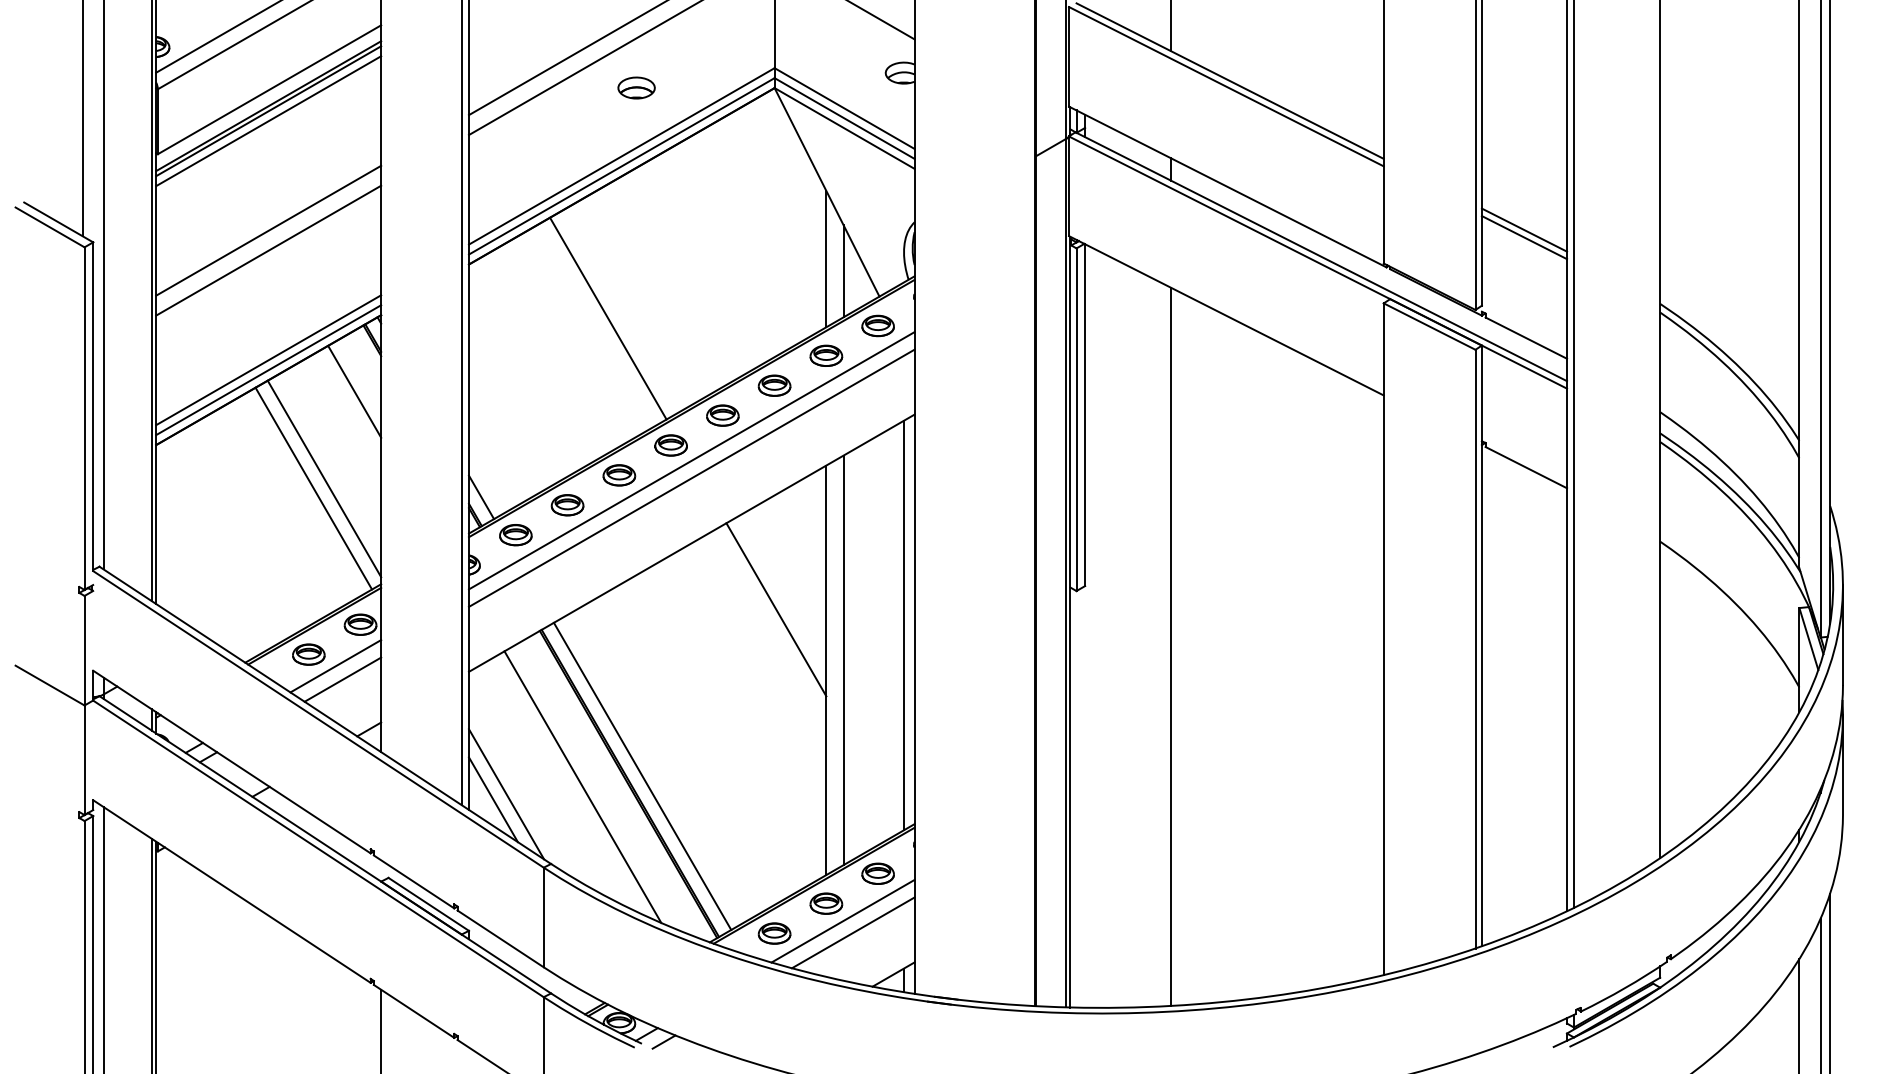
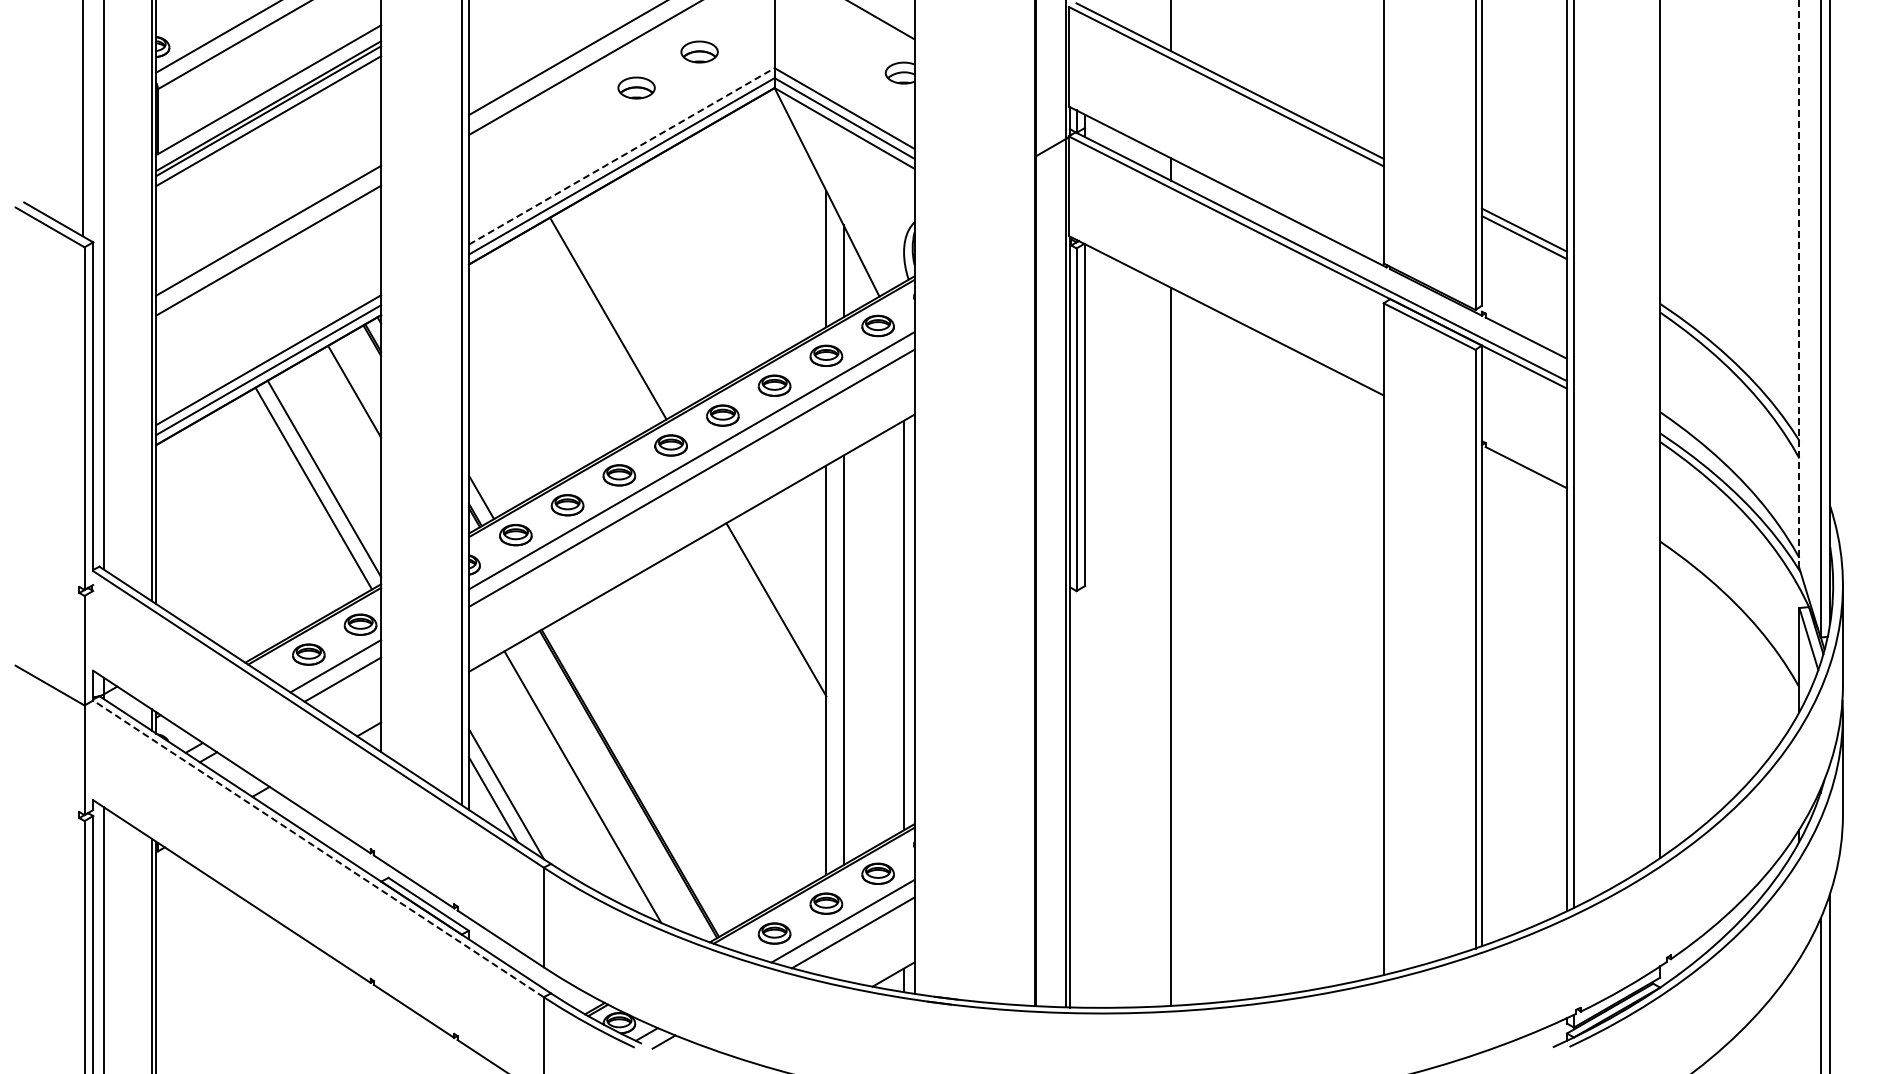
part at (699, 51): none -> present
line at (622, 156): solid -> dashed
line at (1799, 284): solid -> dashed
line at (642, 775): present -> none
line at (318, 848): solid -> dashed
line at (1799, 1014): present -> none
line at (381, 1029): present -> none
